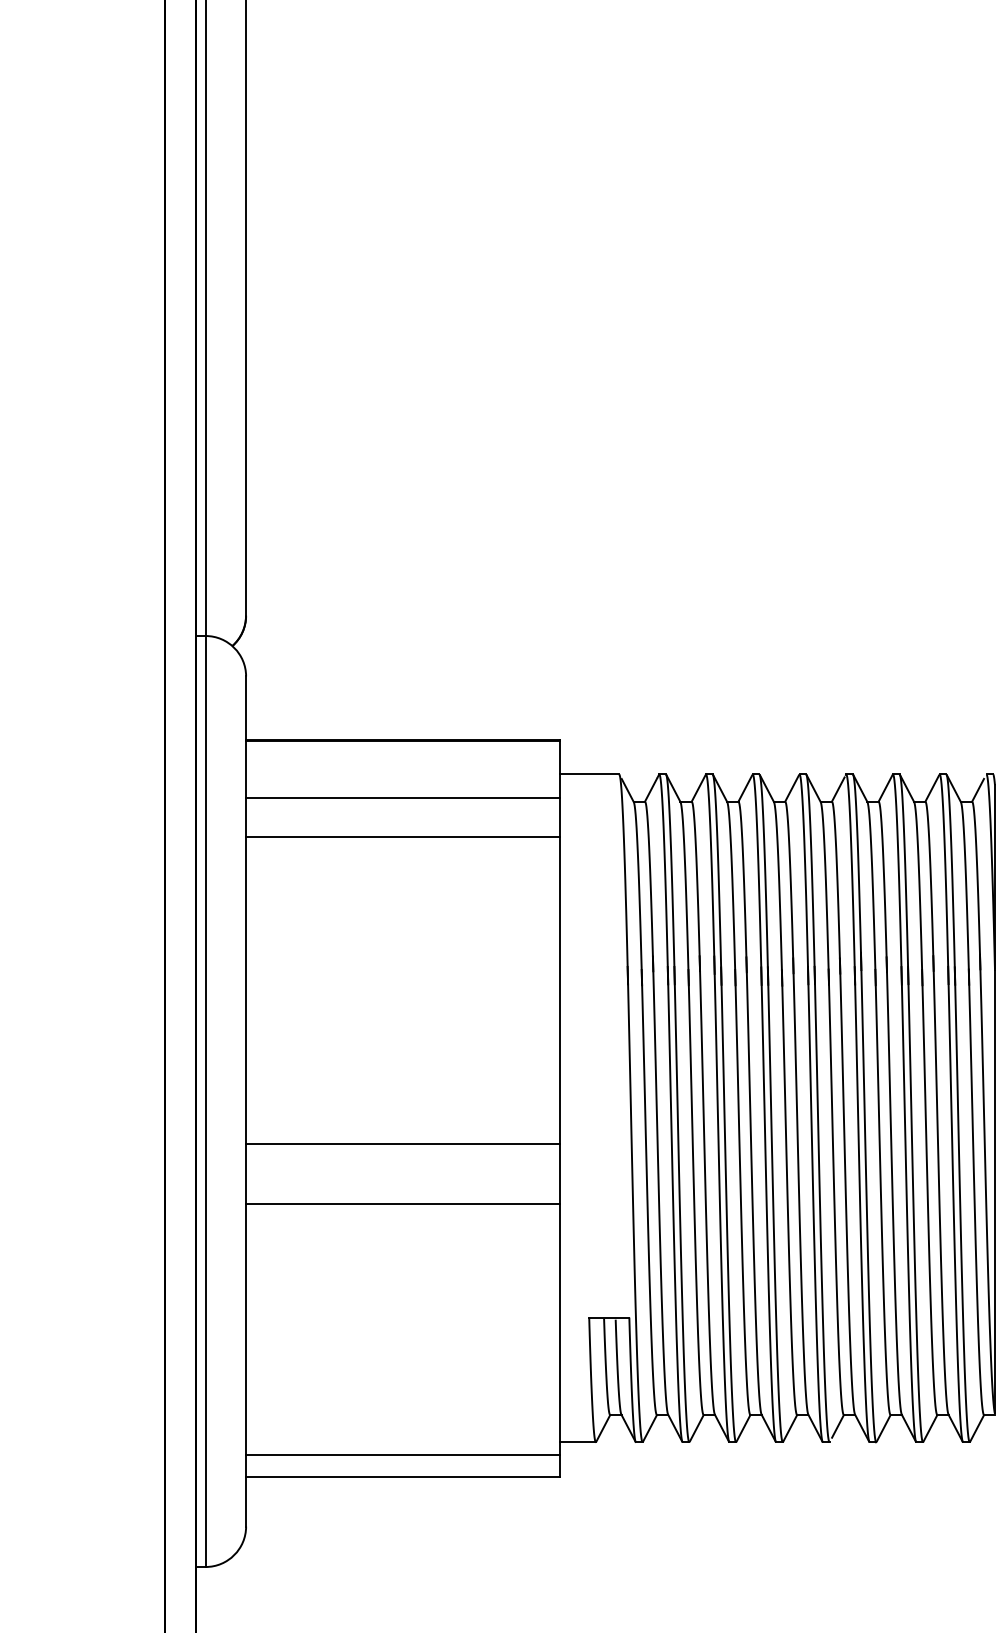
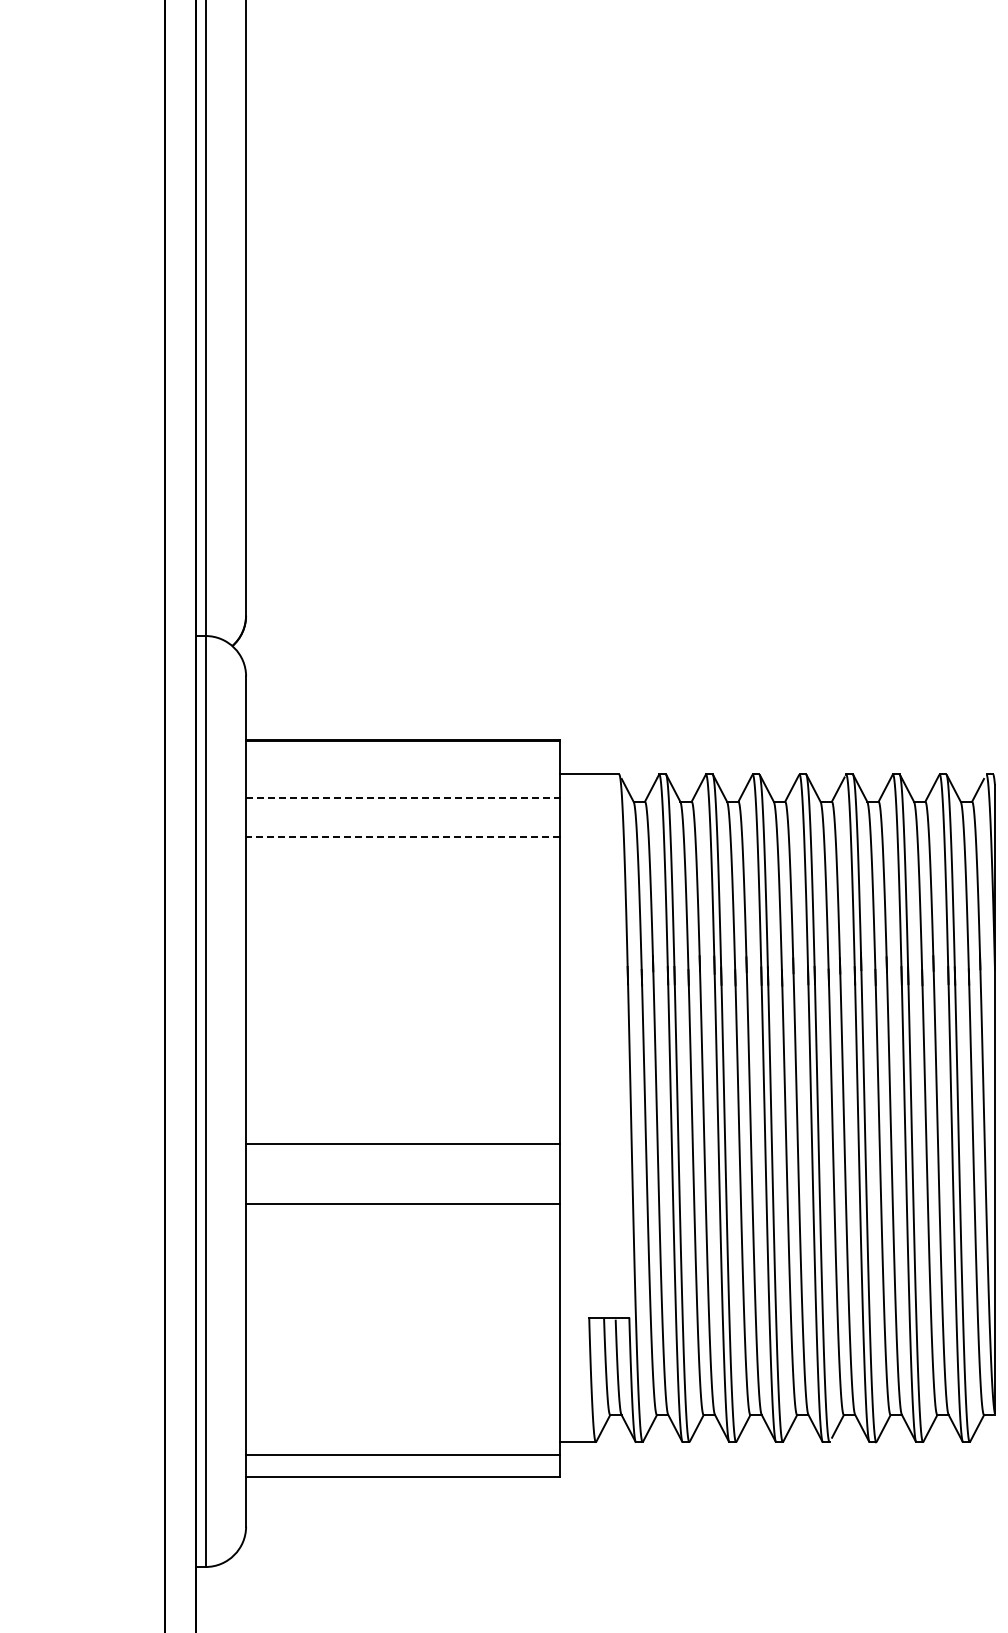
line at (402, 797): solid -> dashed
line at (402, 836): solid -> dashed
